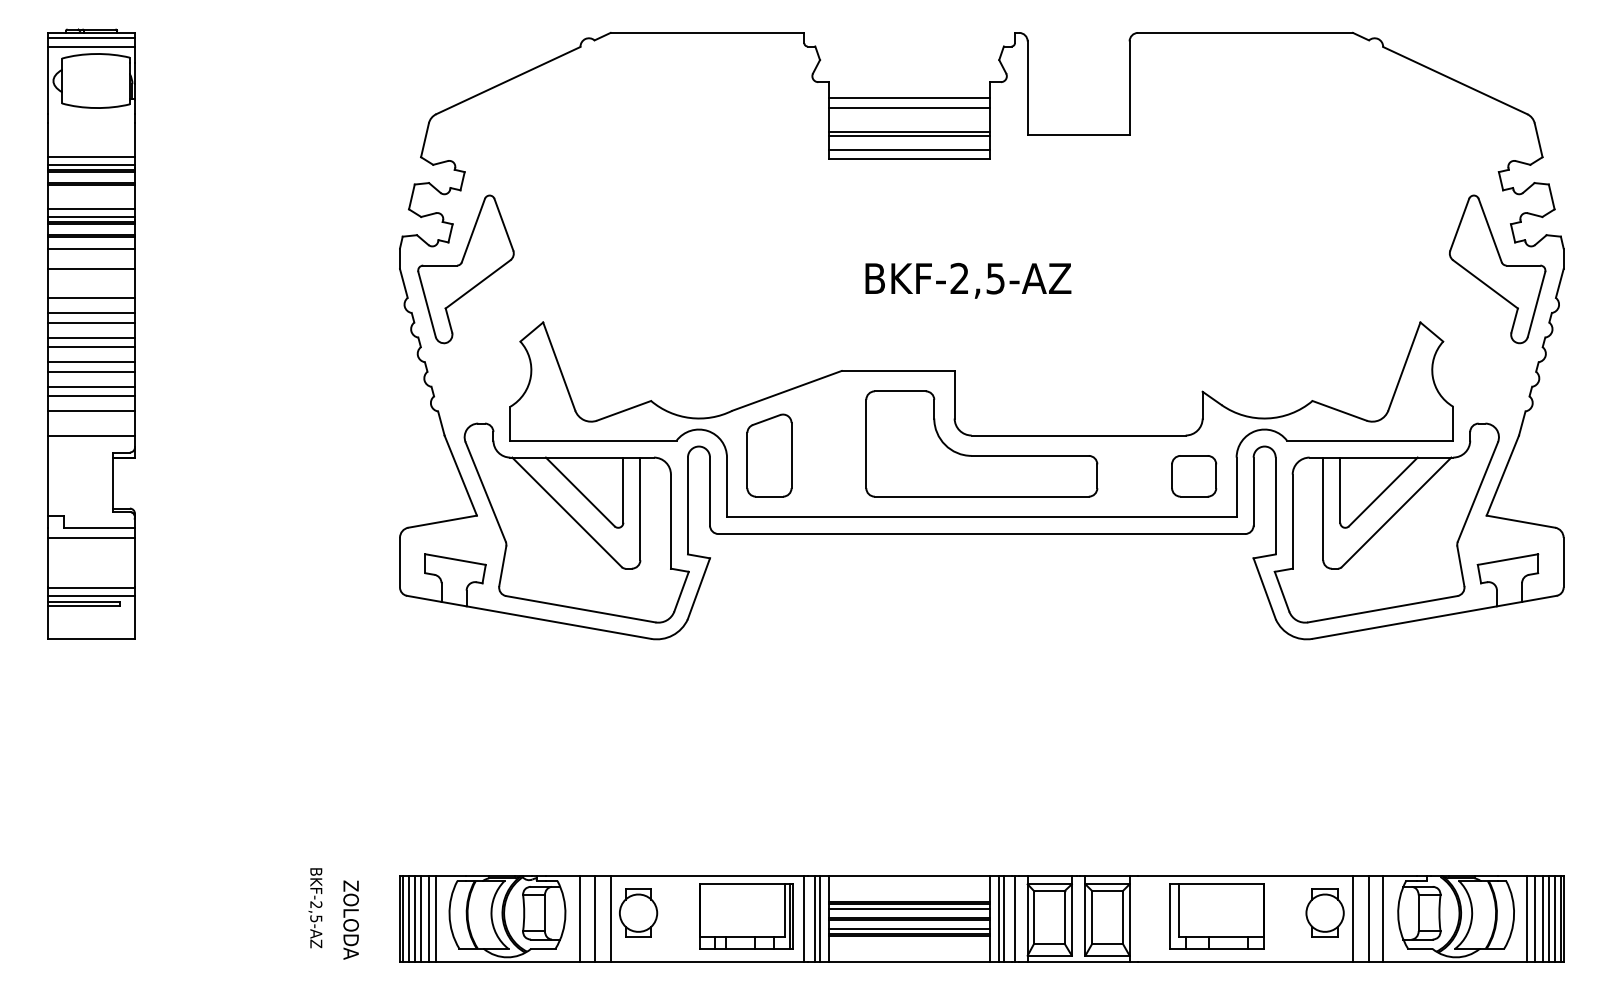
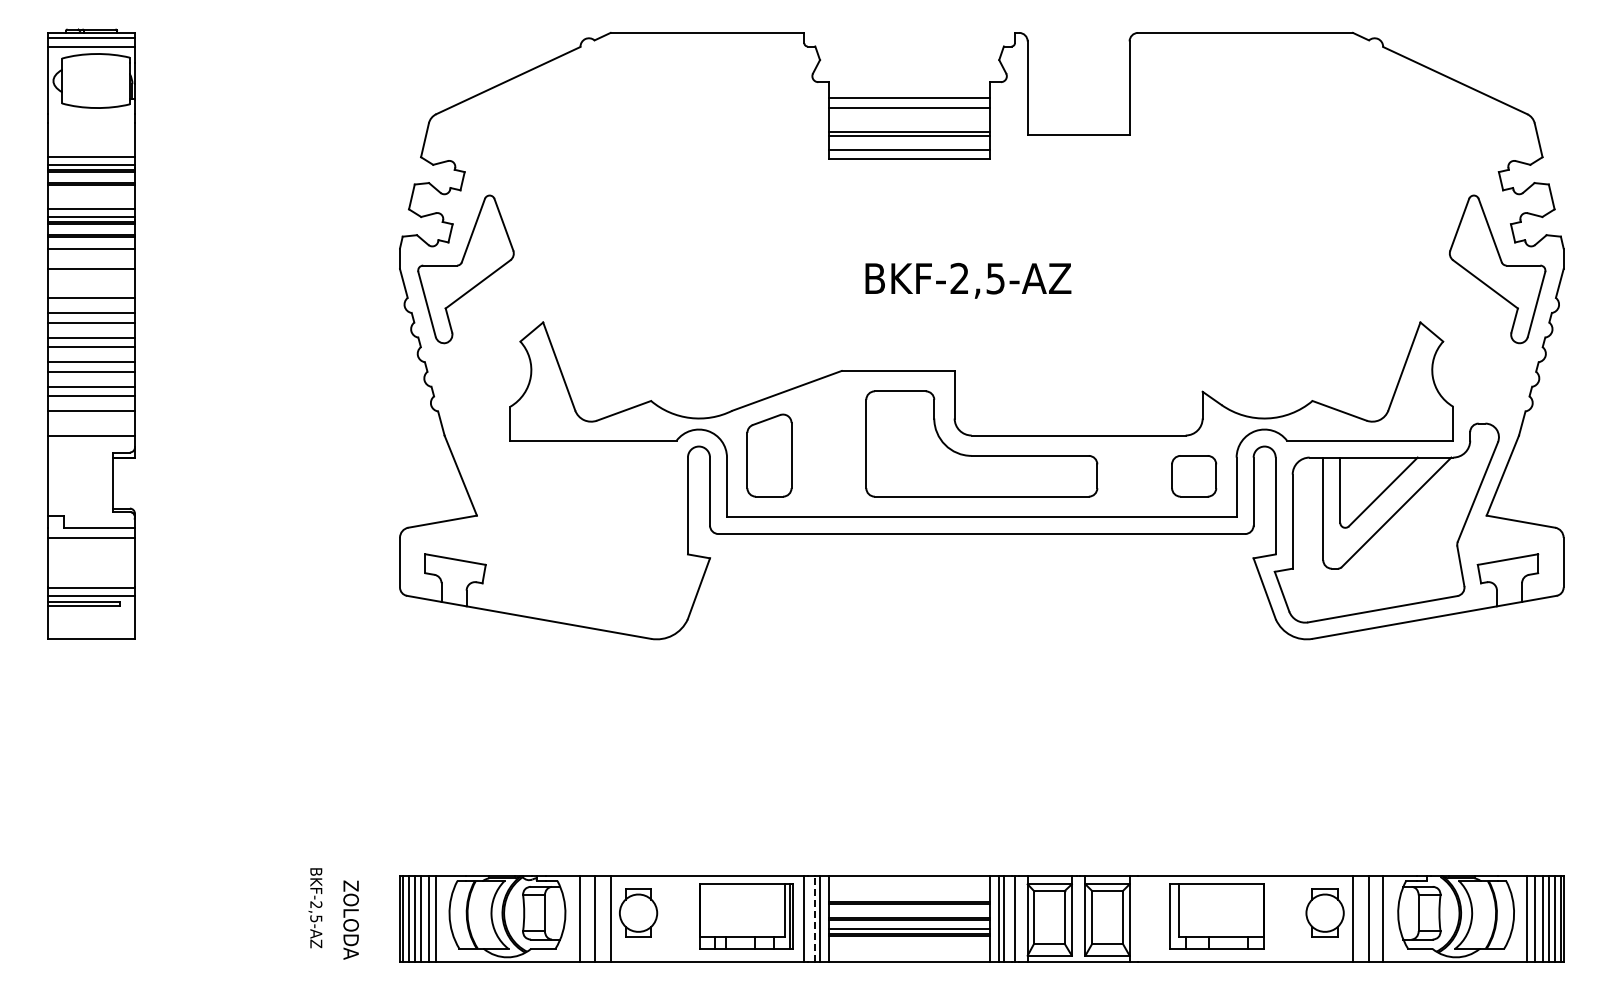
part at (576, 522): present -> none
line at (909, 908): present -> none
line at (815, 918): solid -> dashed
